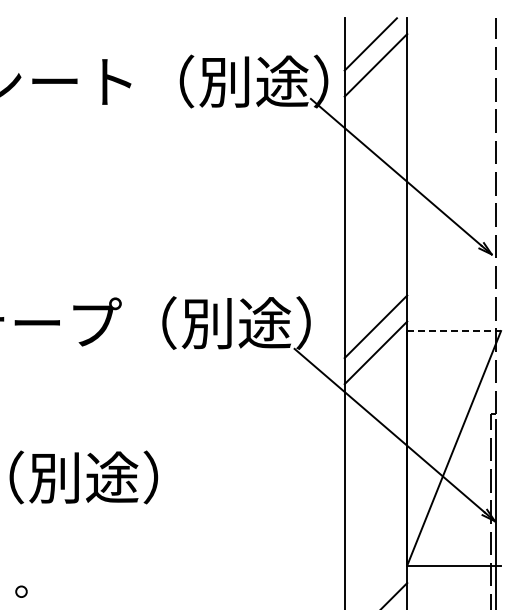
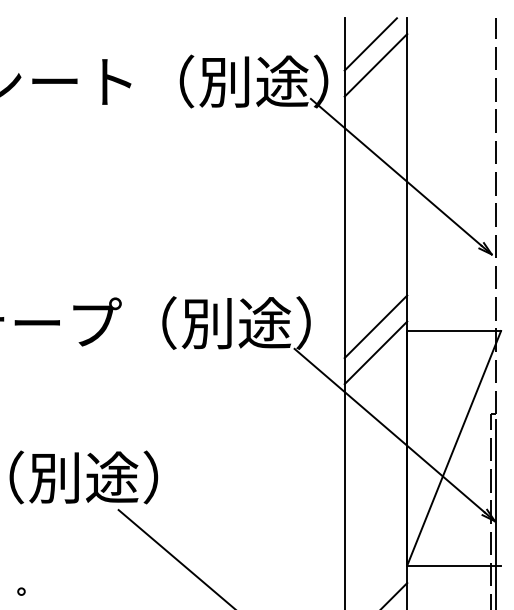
line at (454, 331): dashed -> solid
line at (175, 558): none -> present
circle at (21, 591) size: 13x13 px -> 9x9 px
